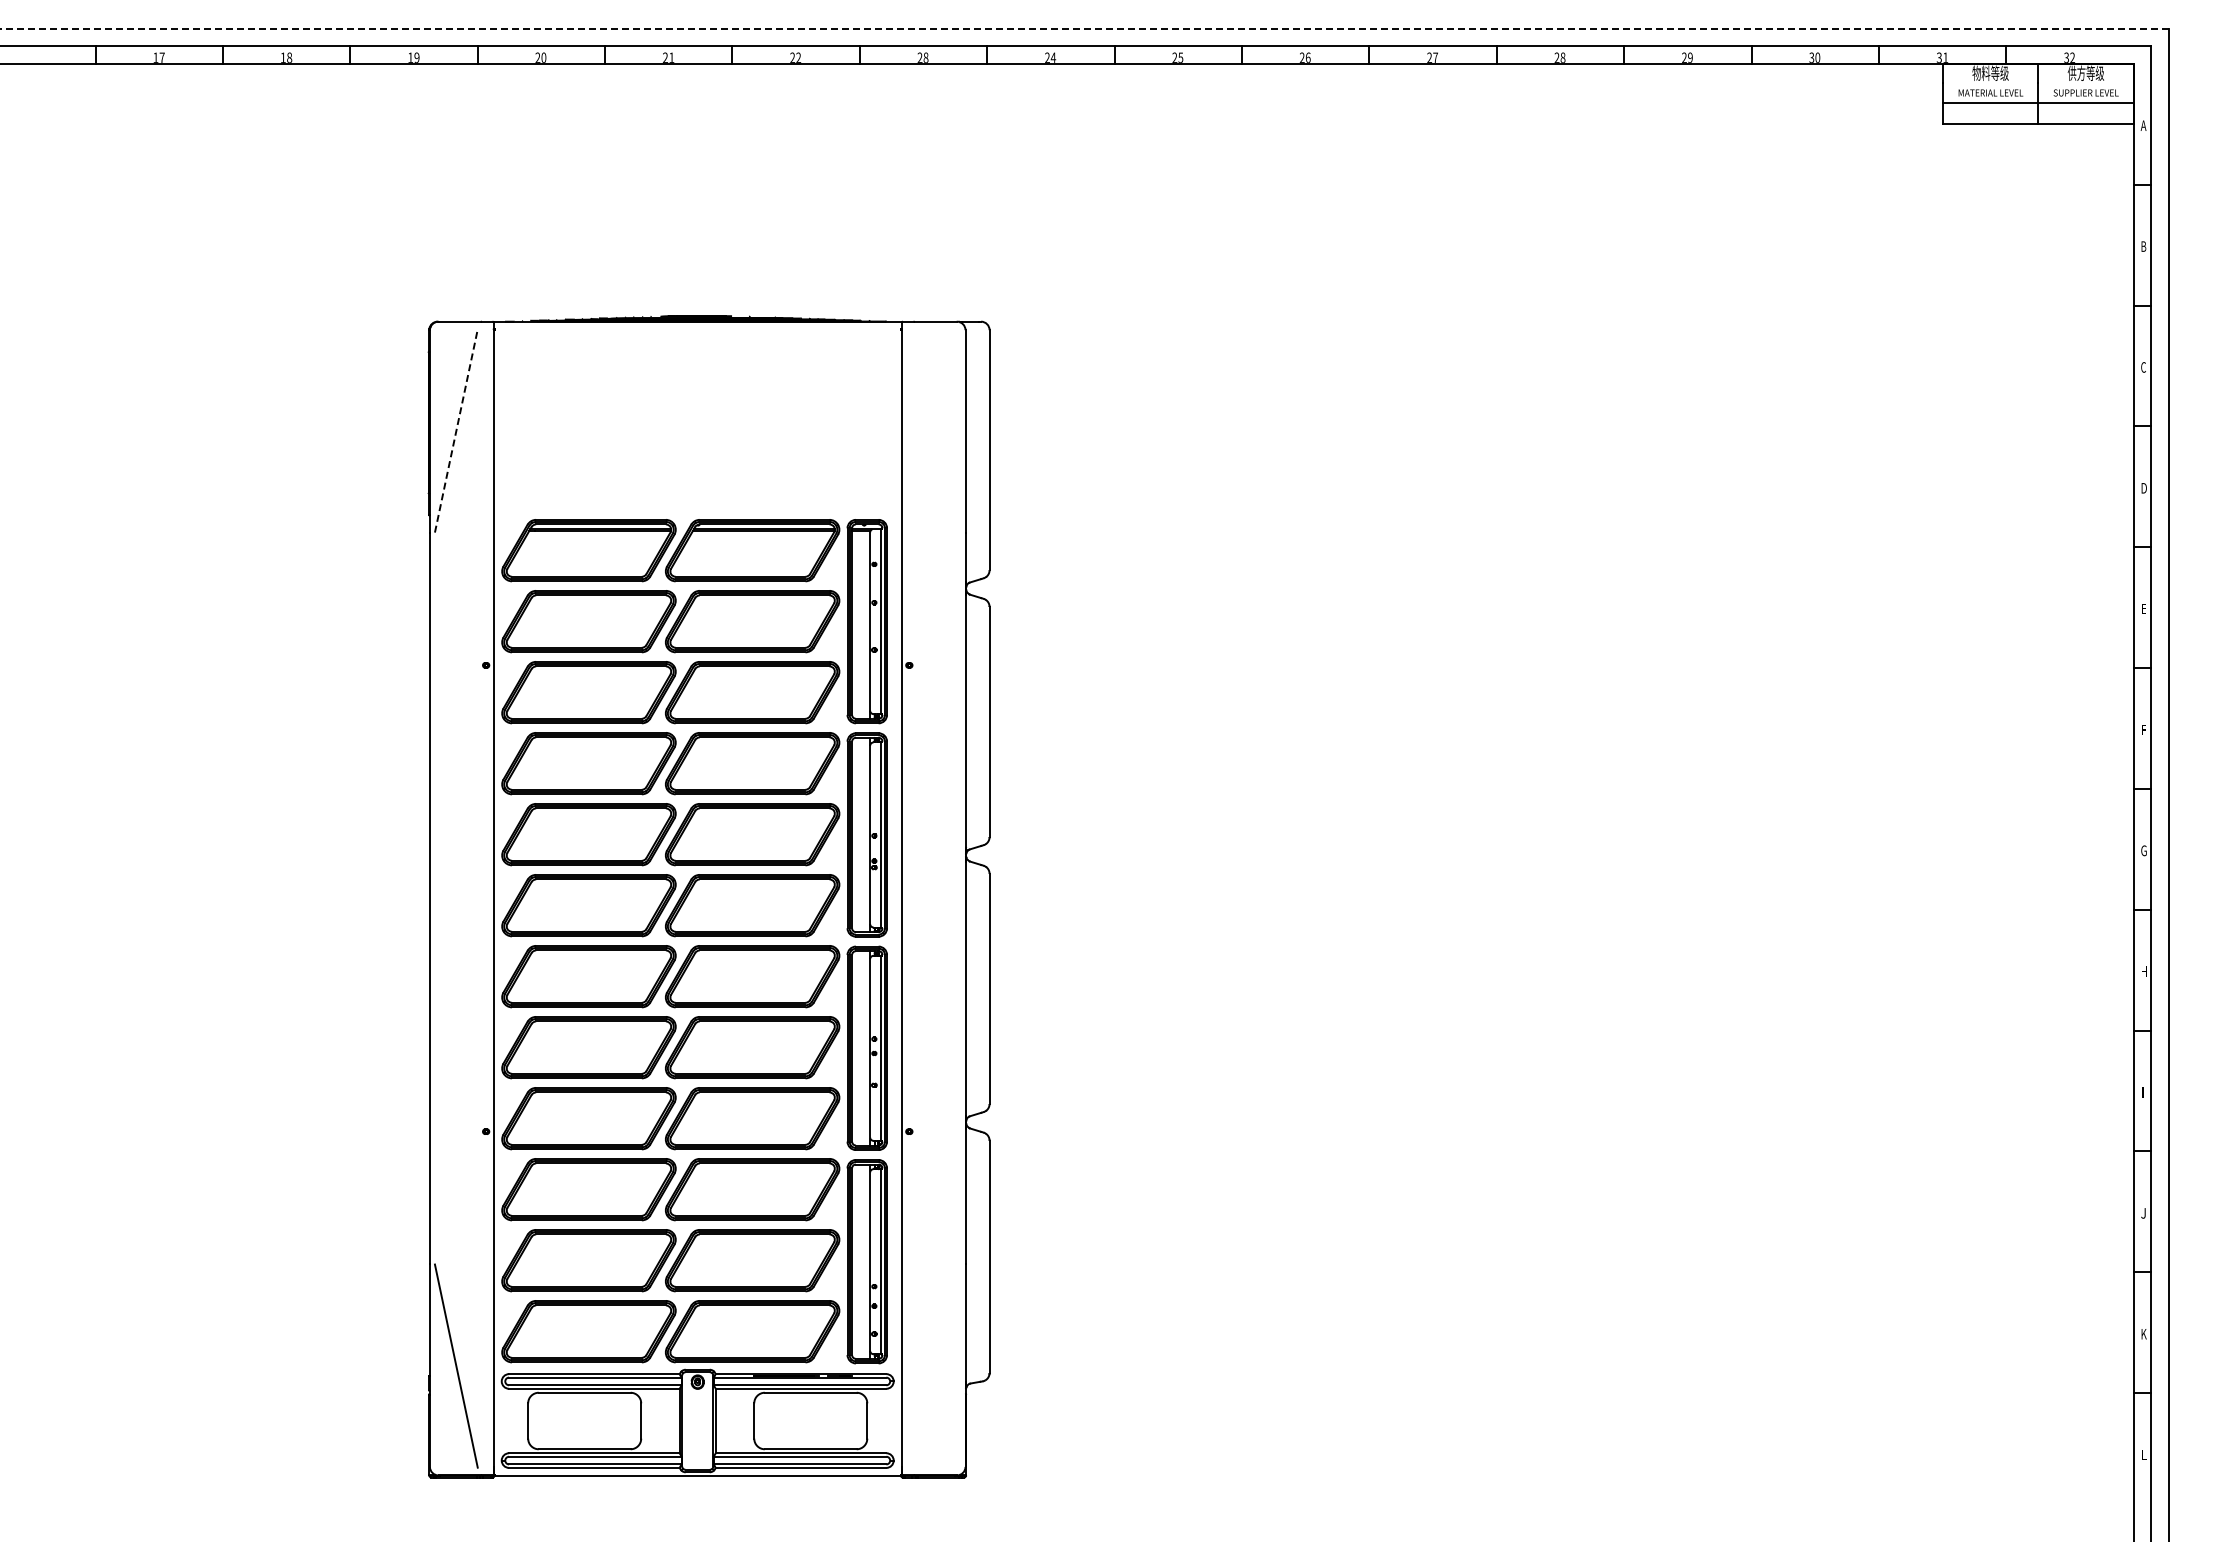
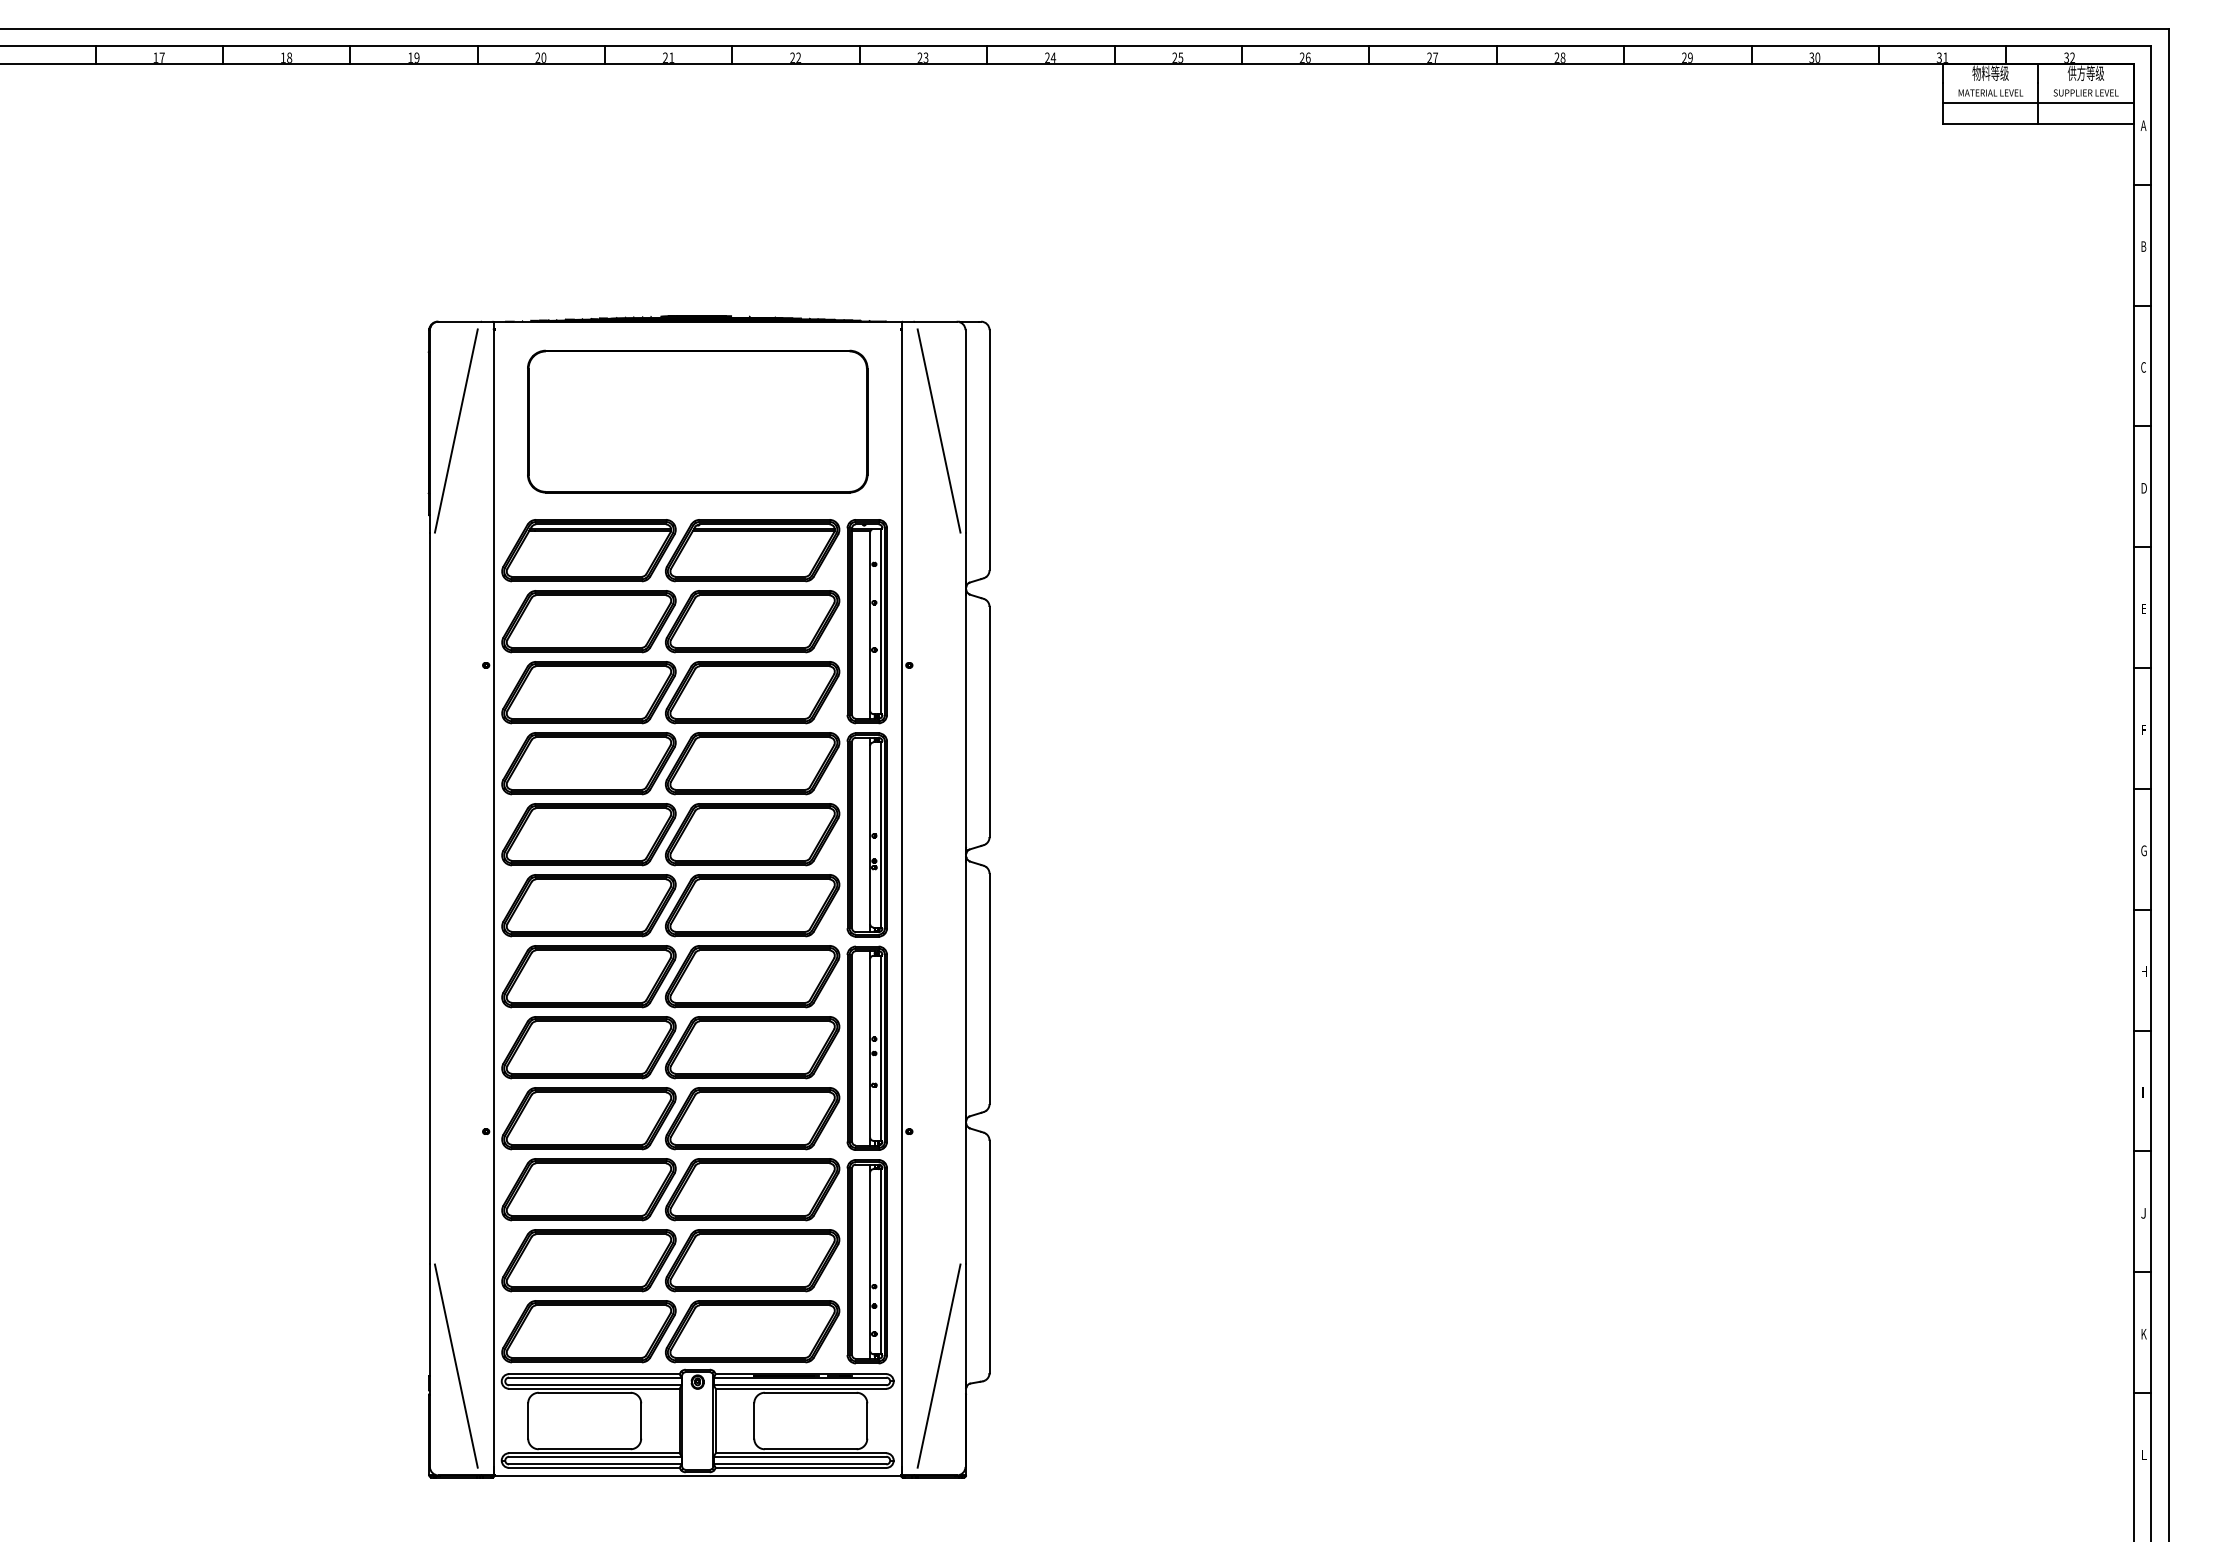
line at (1084, 28): dashed -> solid
text at (925, 57): 28 -> 23
part at (697, 421): none -> present
line at (938, 430): none -> present
line at (456, 431): dashed -> solid
line at (938, 1365): none -> present
